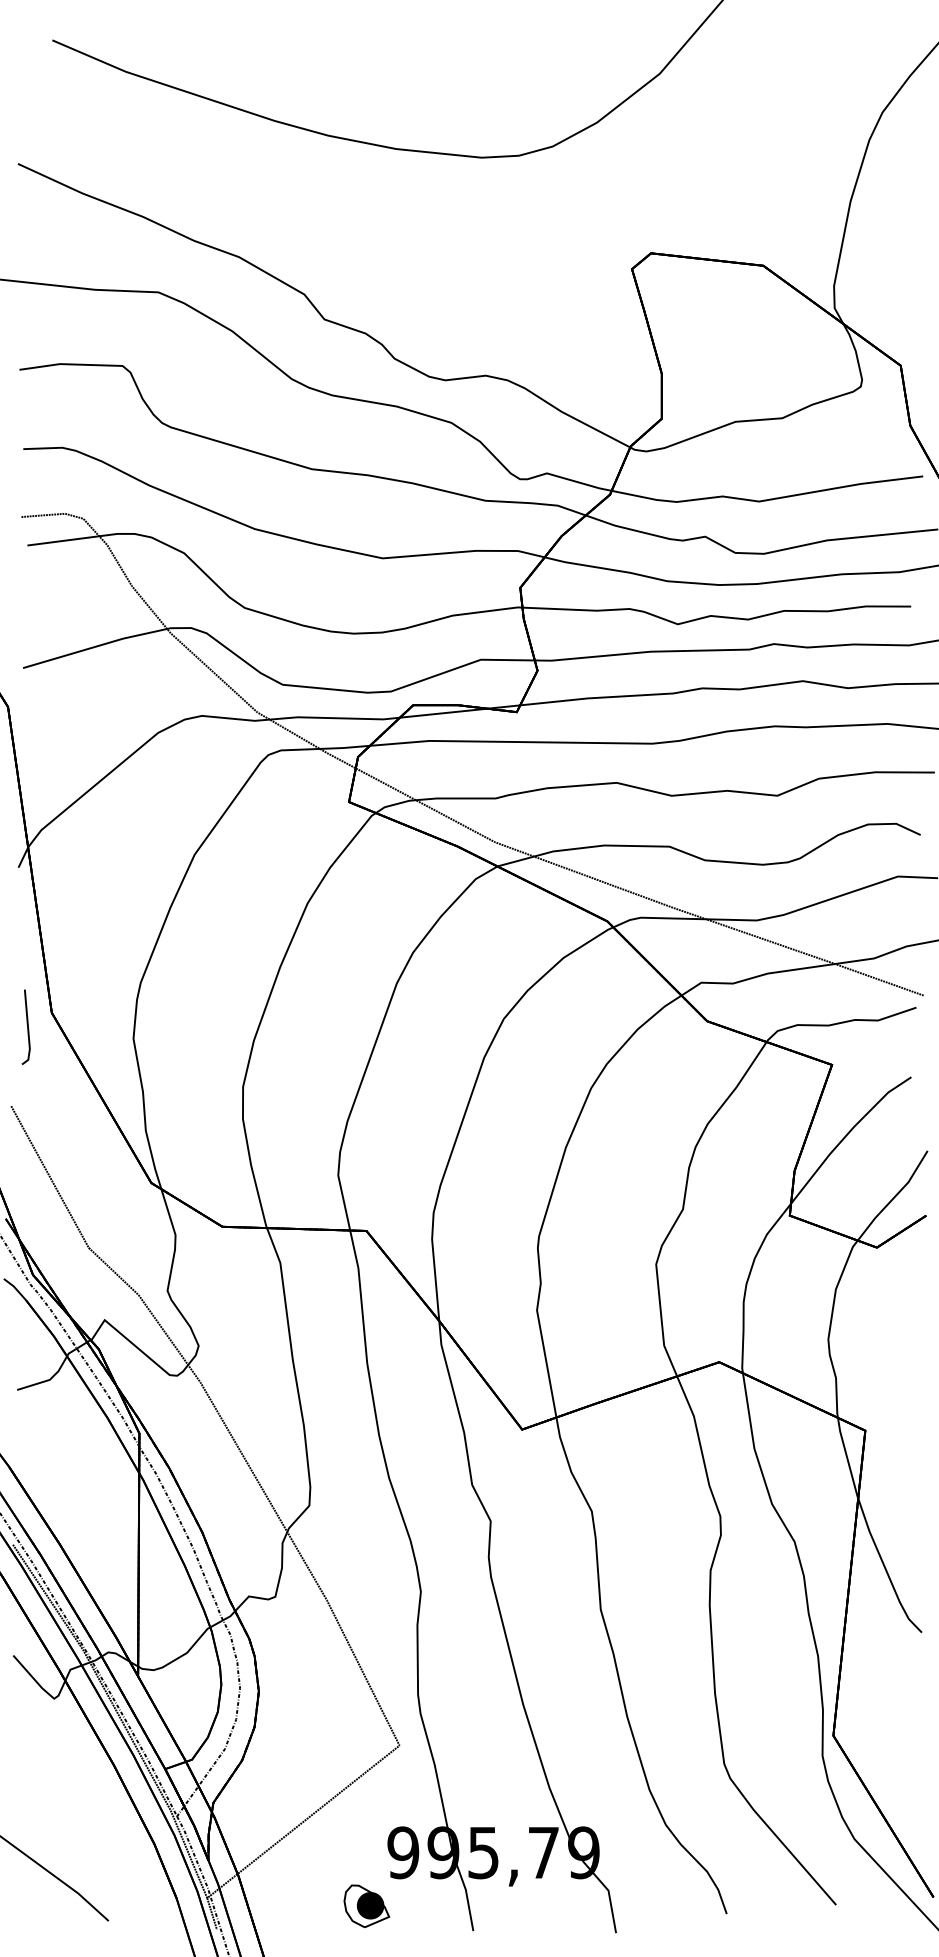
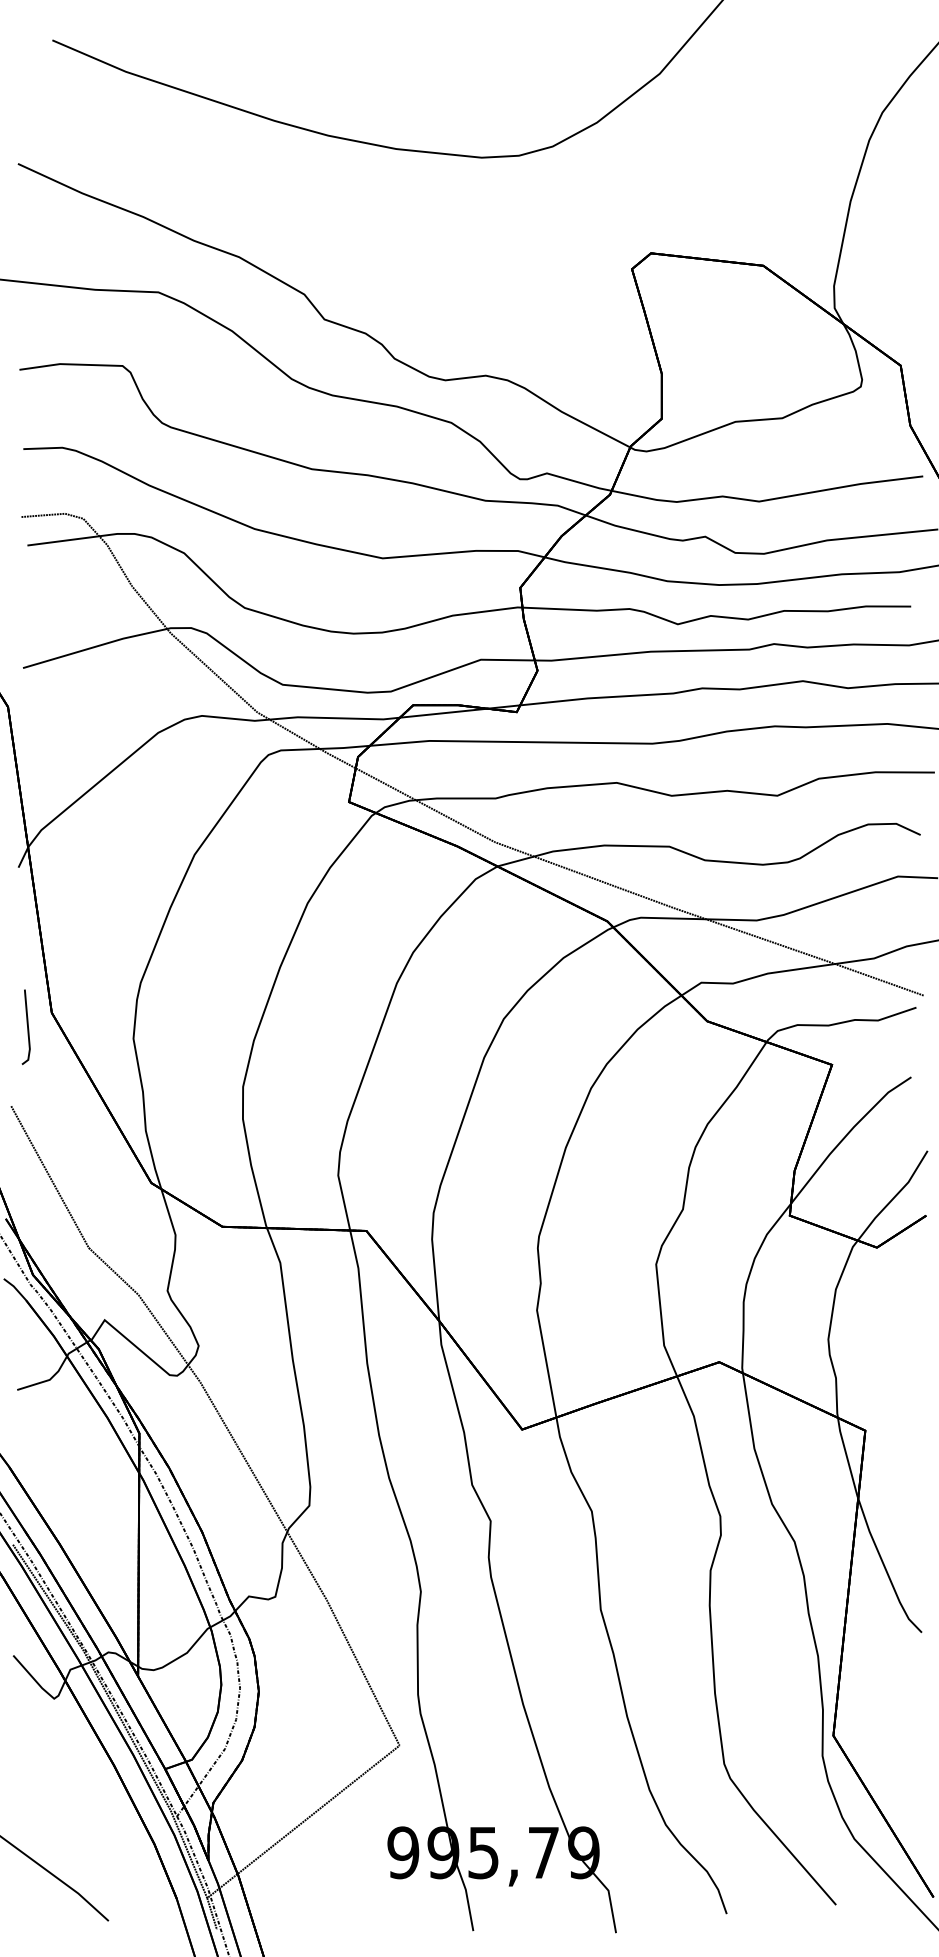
part at (366, 1905): present -> none
